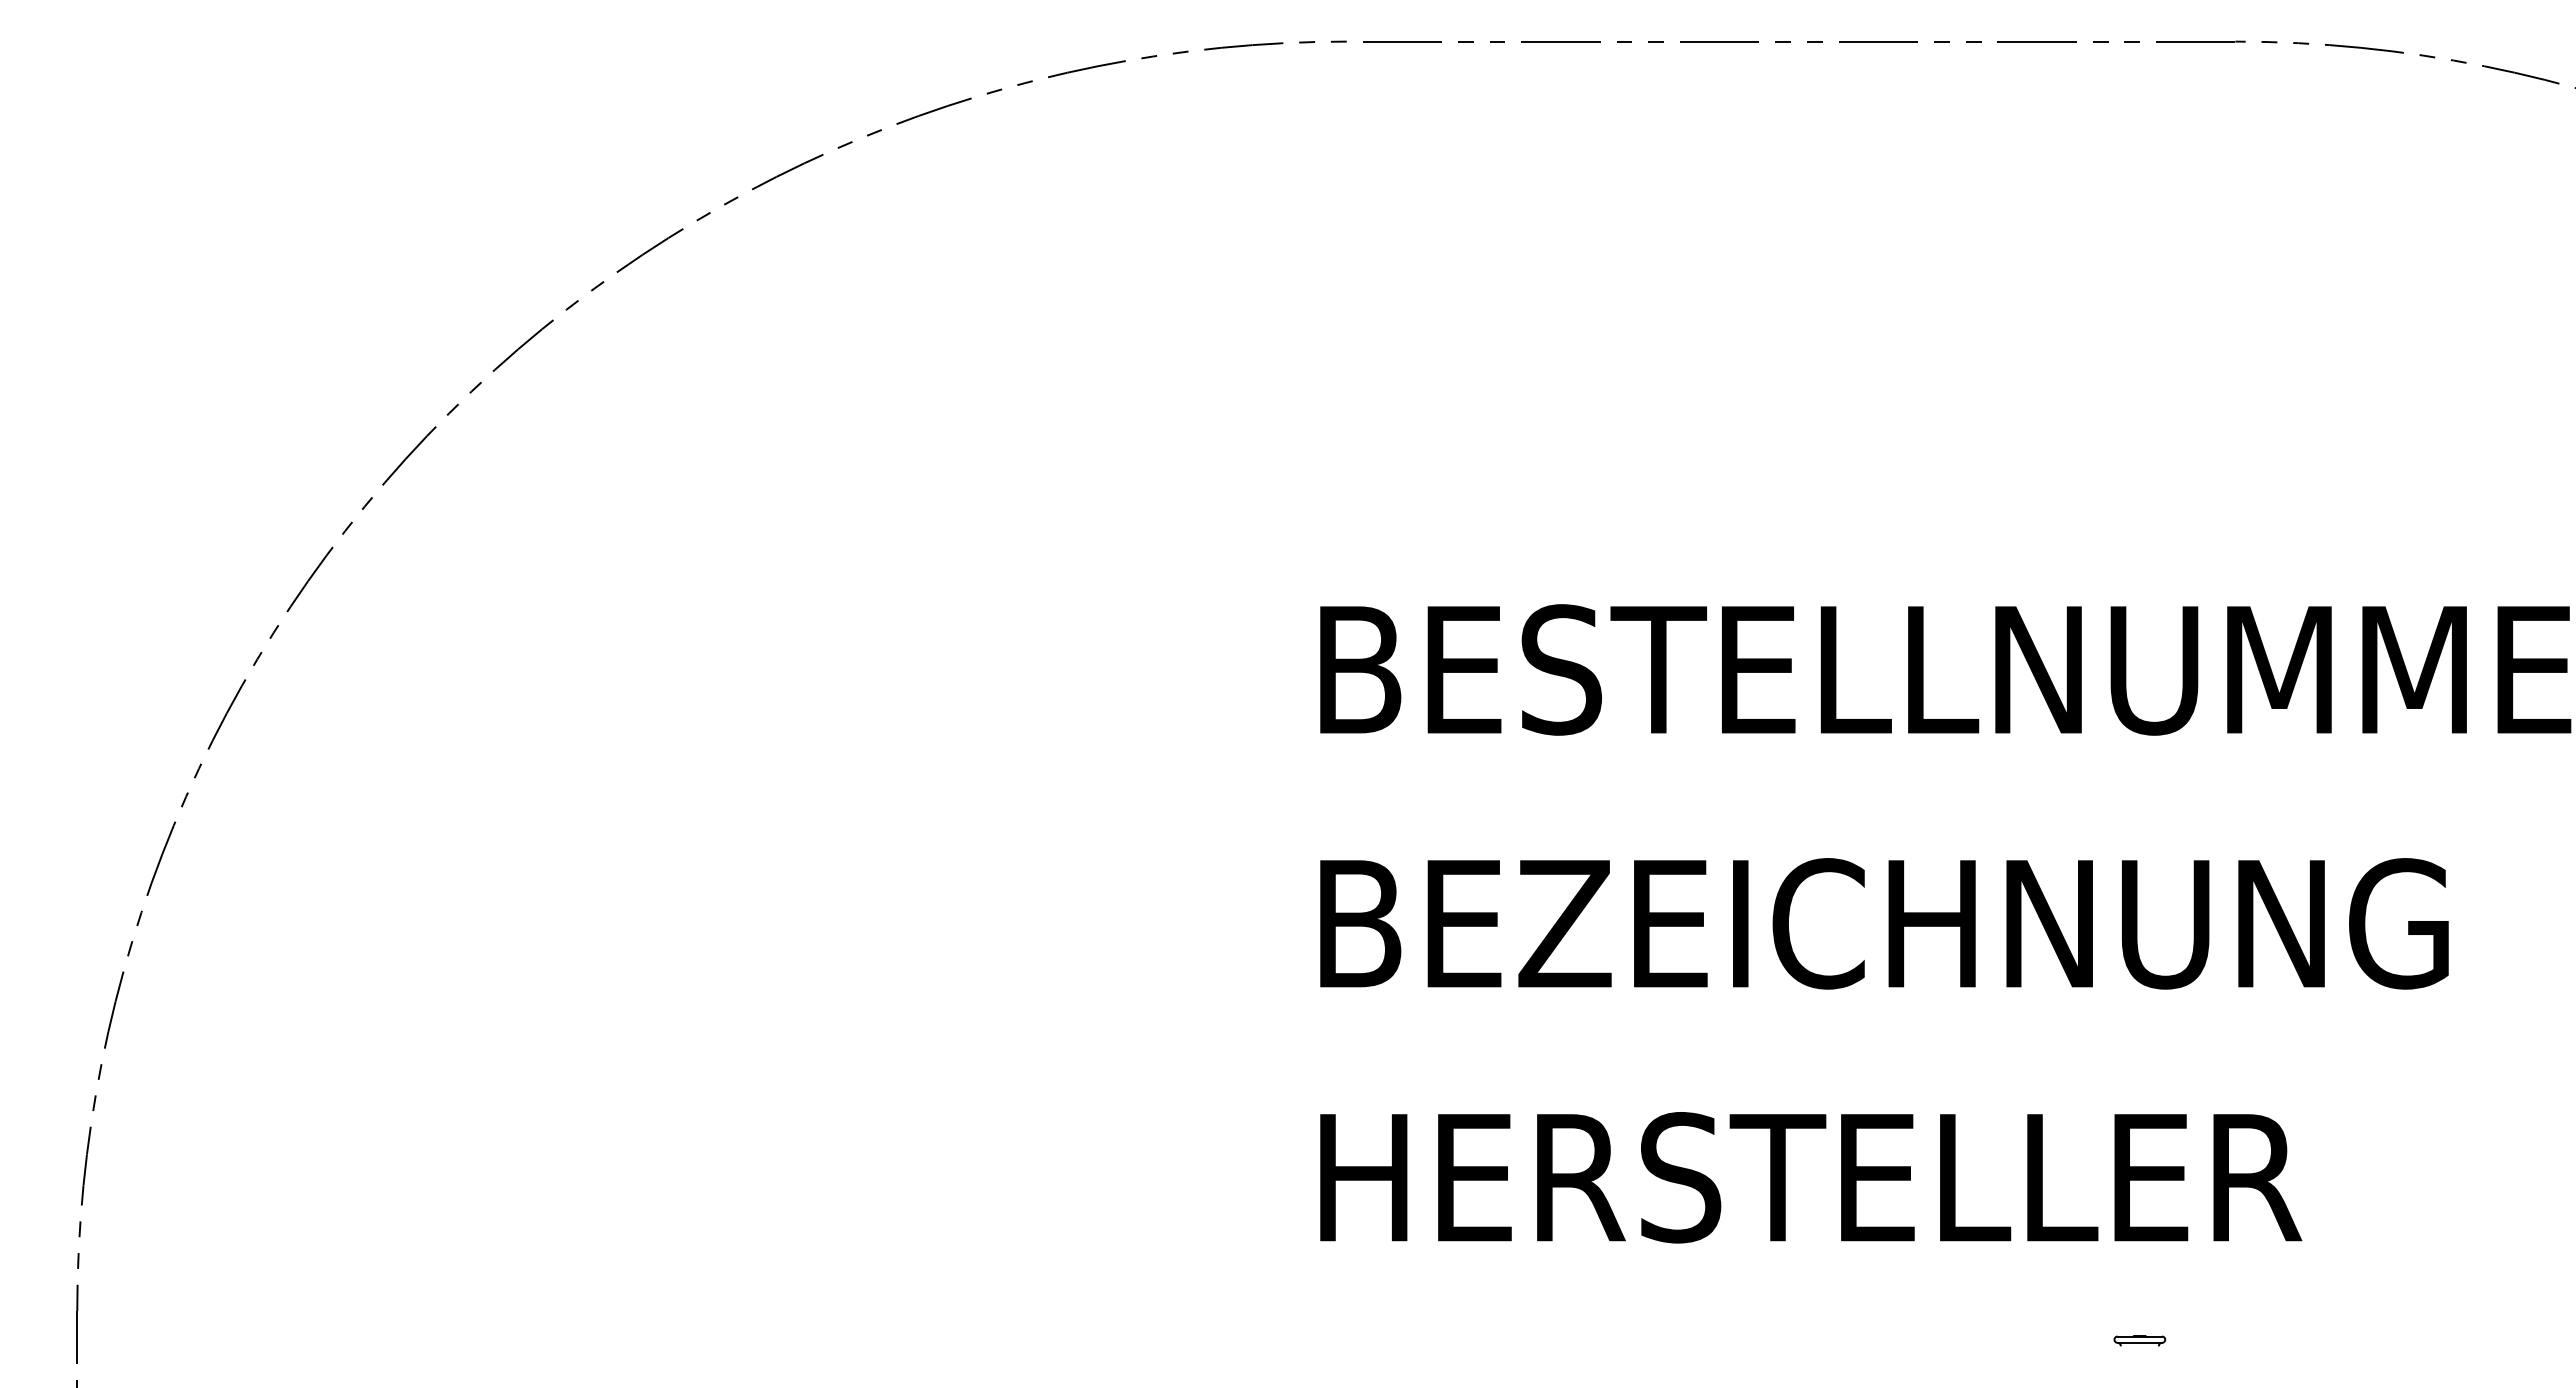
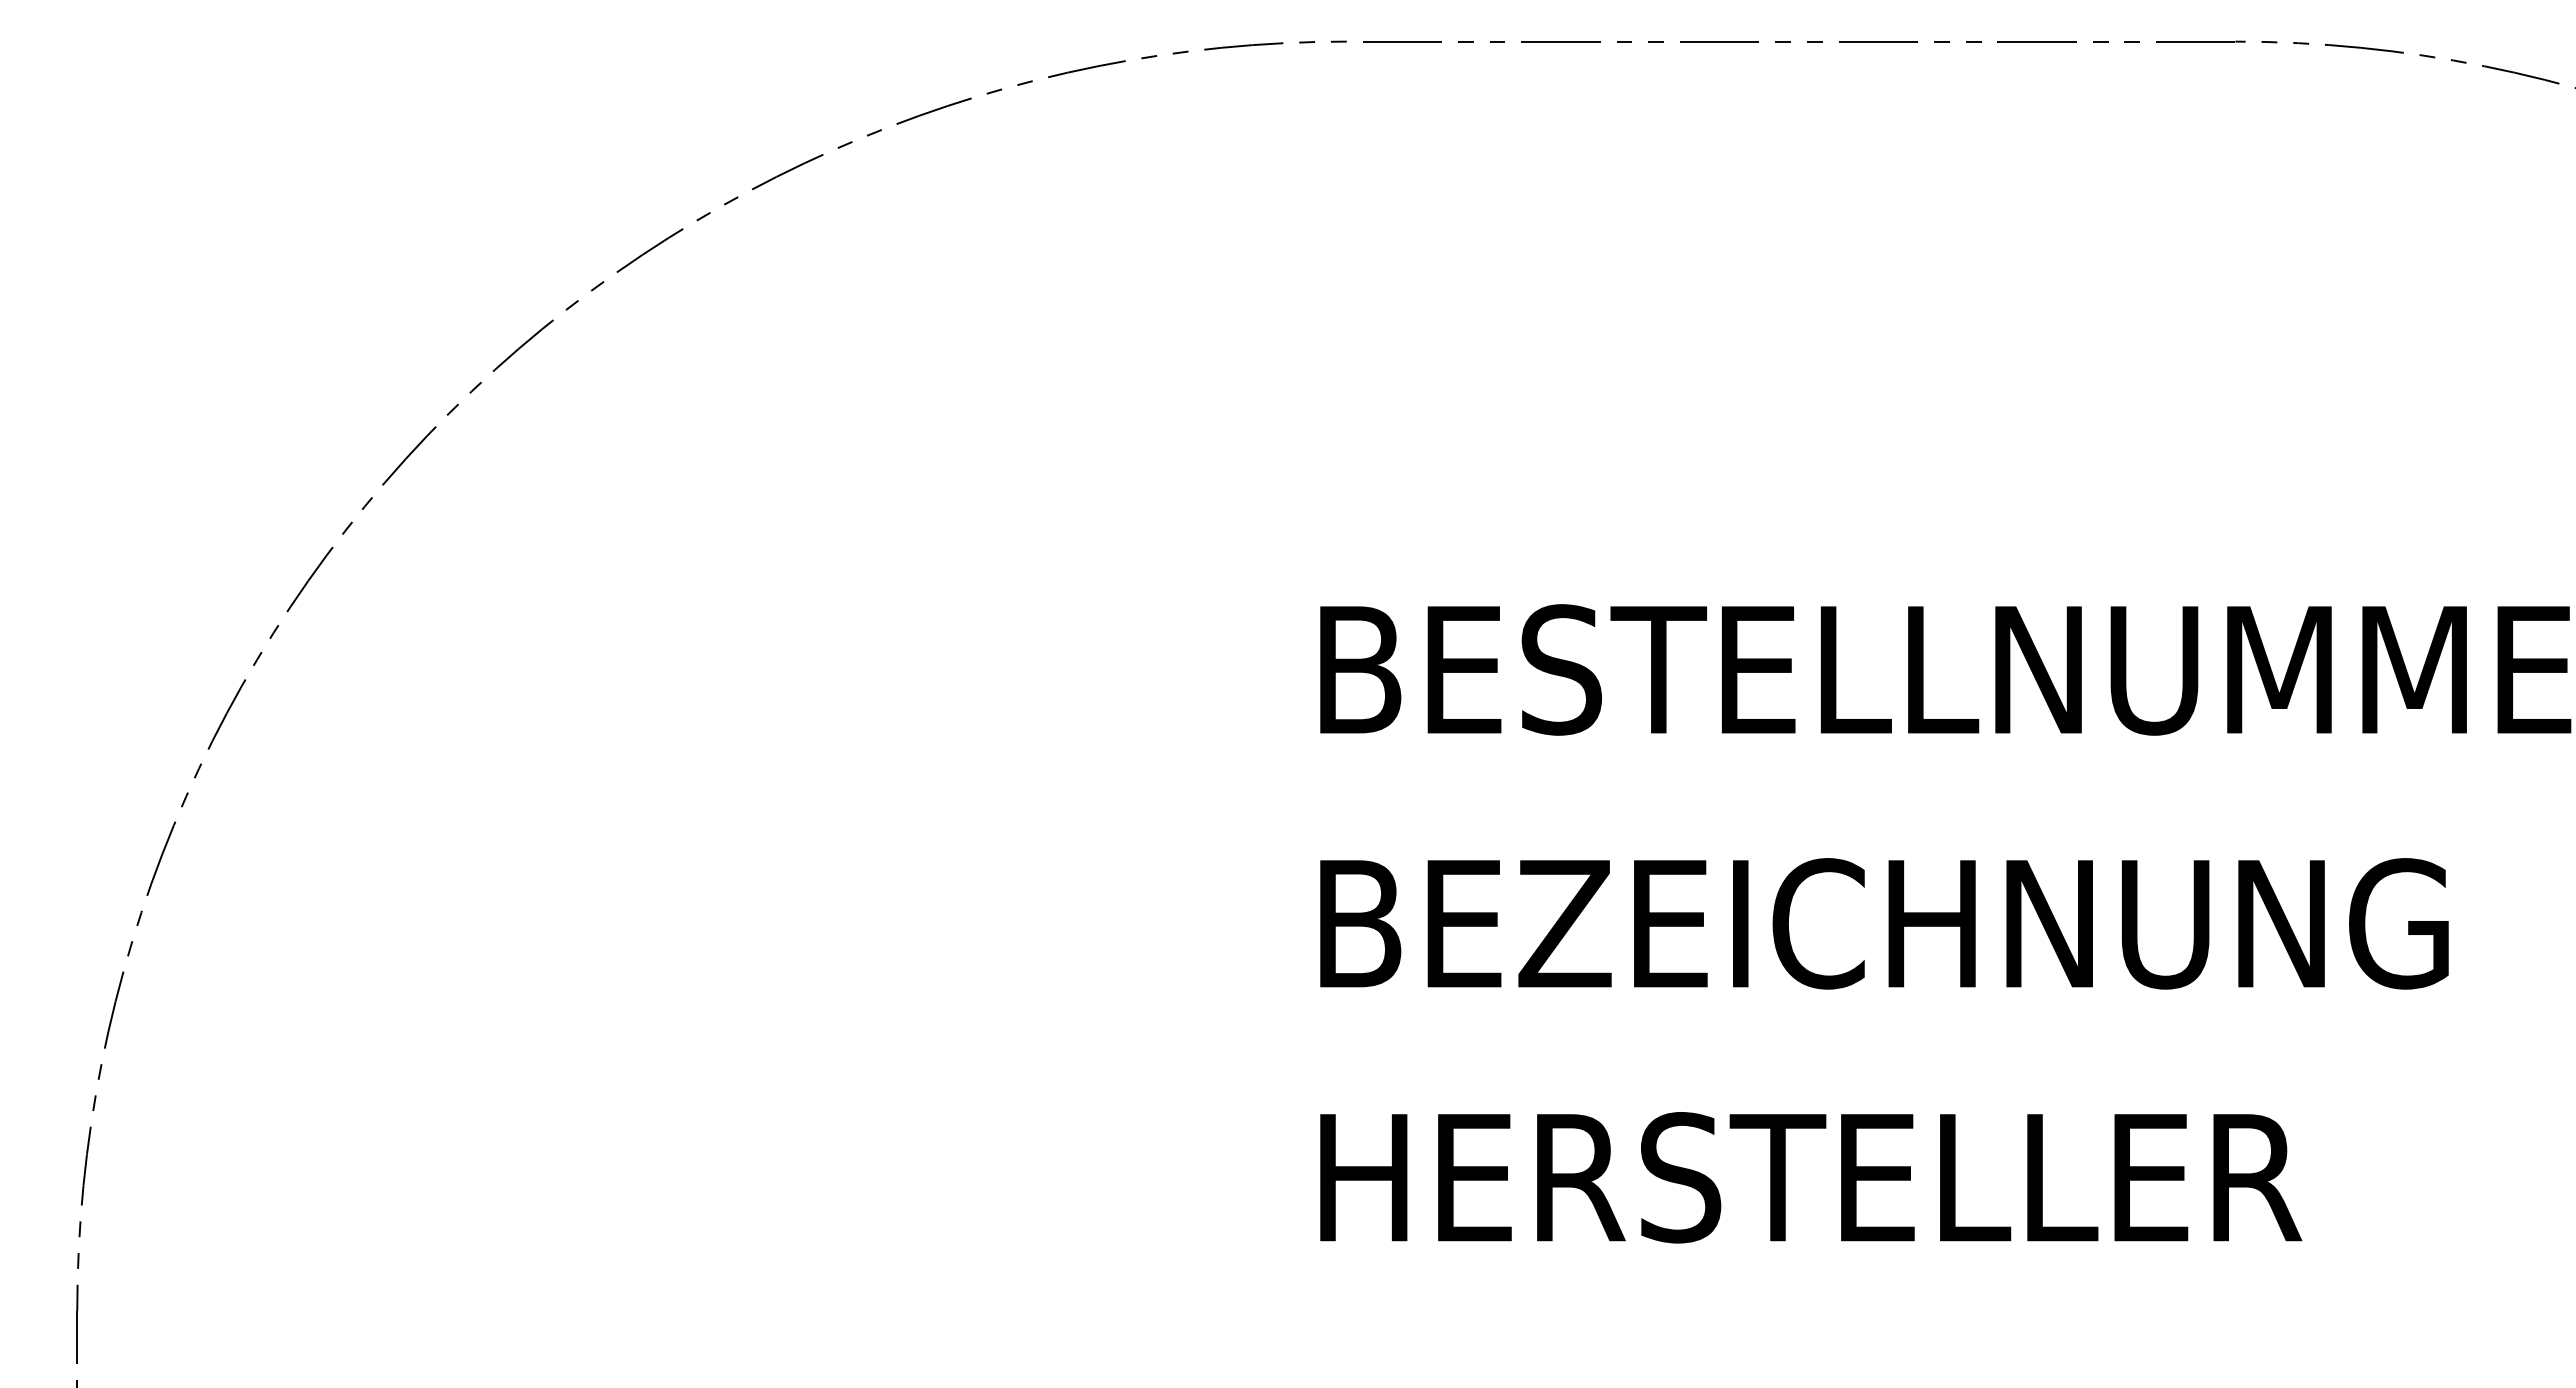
part at (2139, 1340): present -> none
